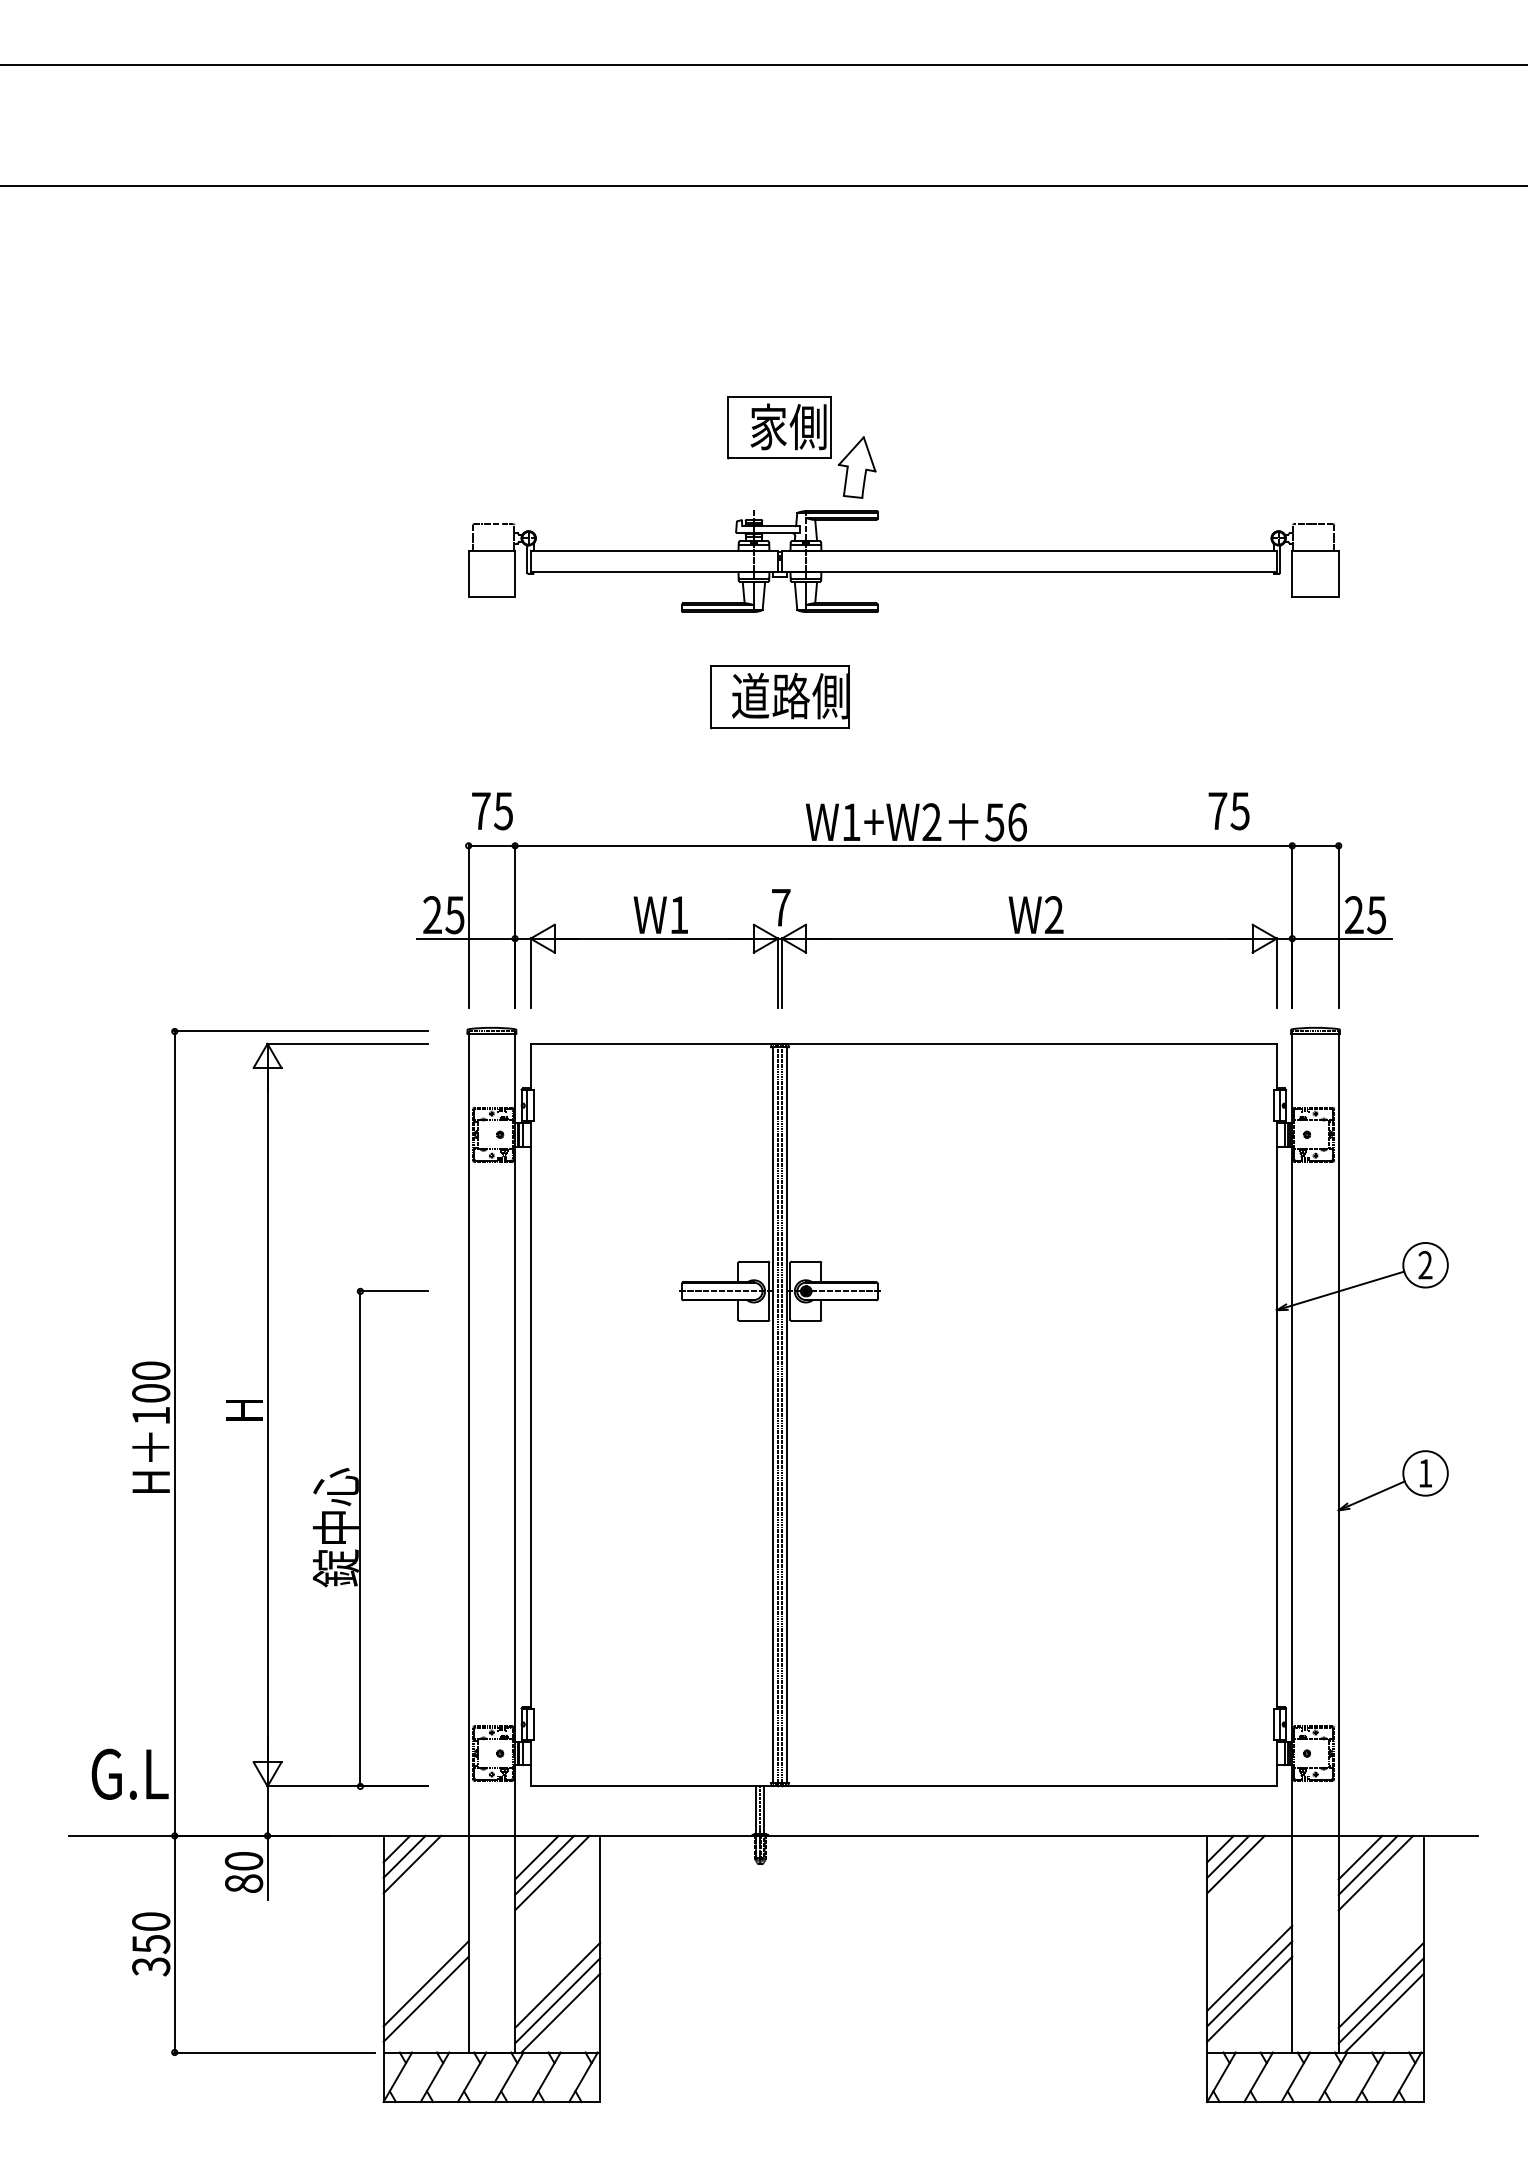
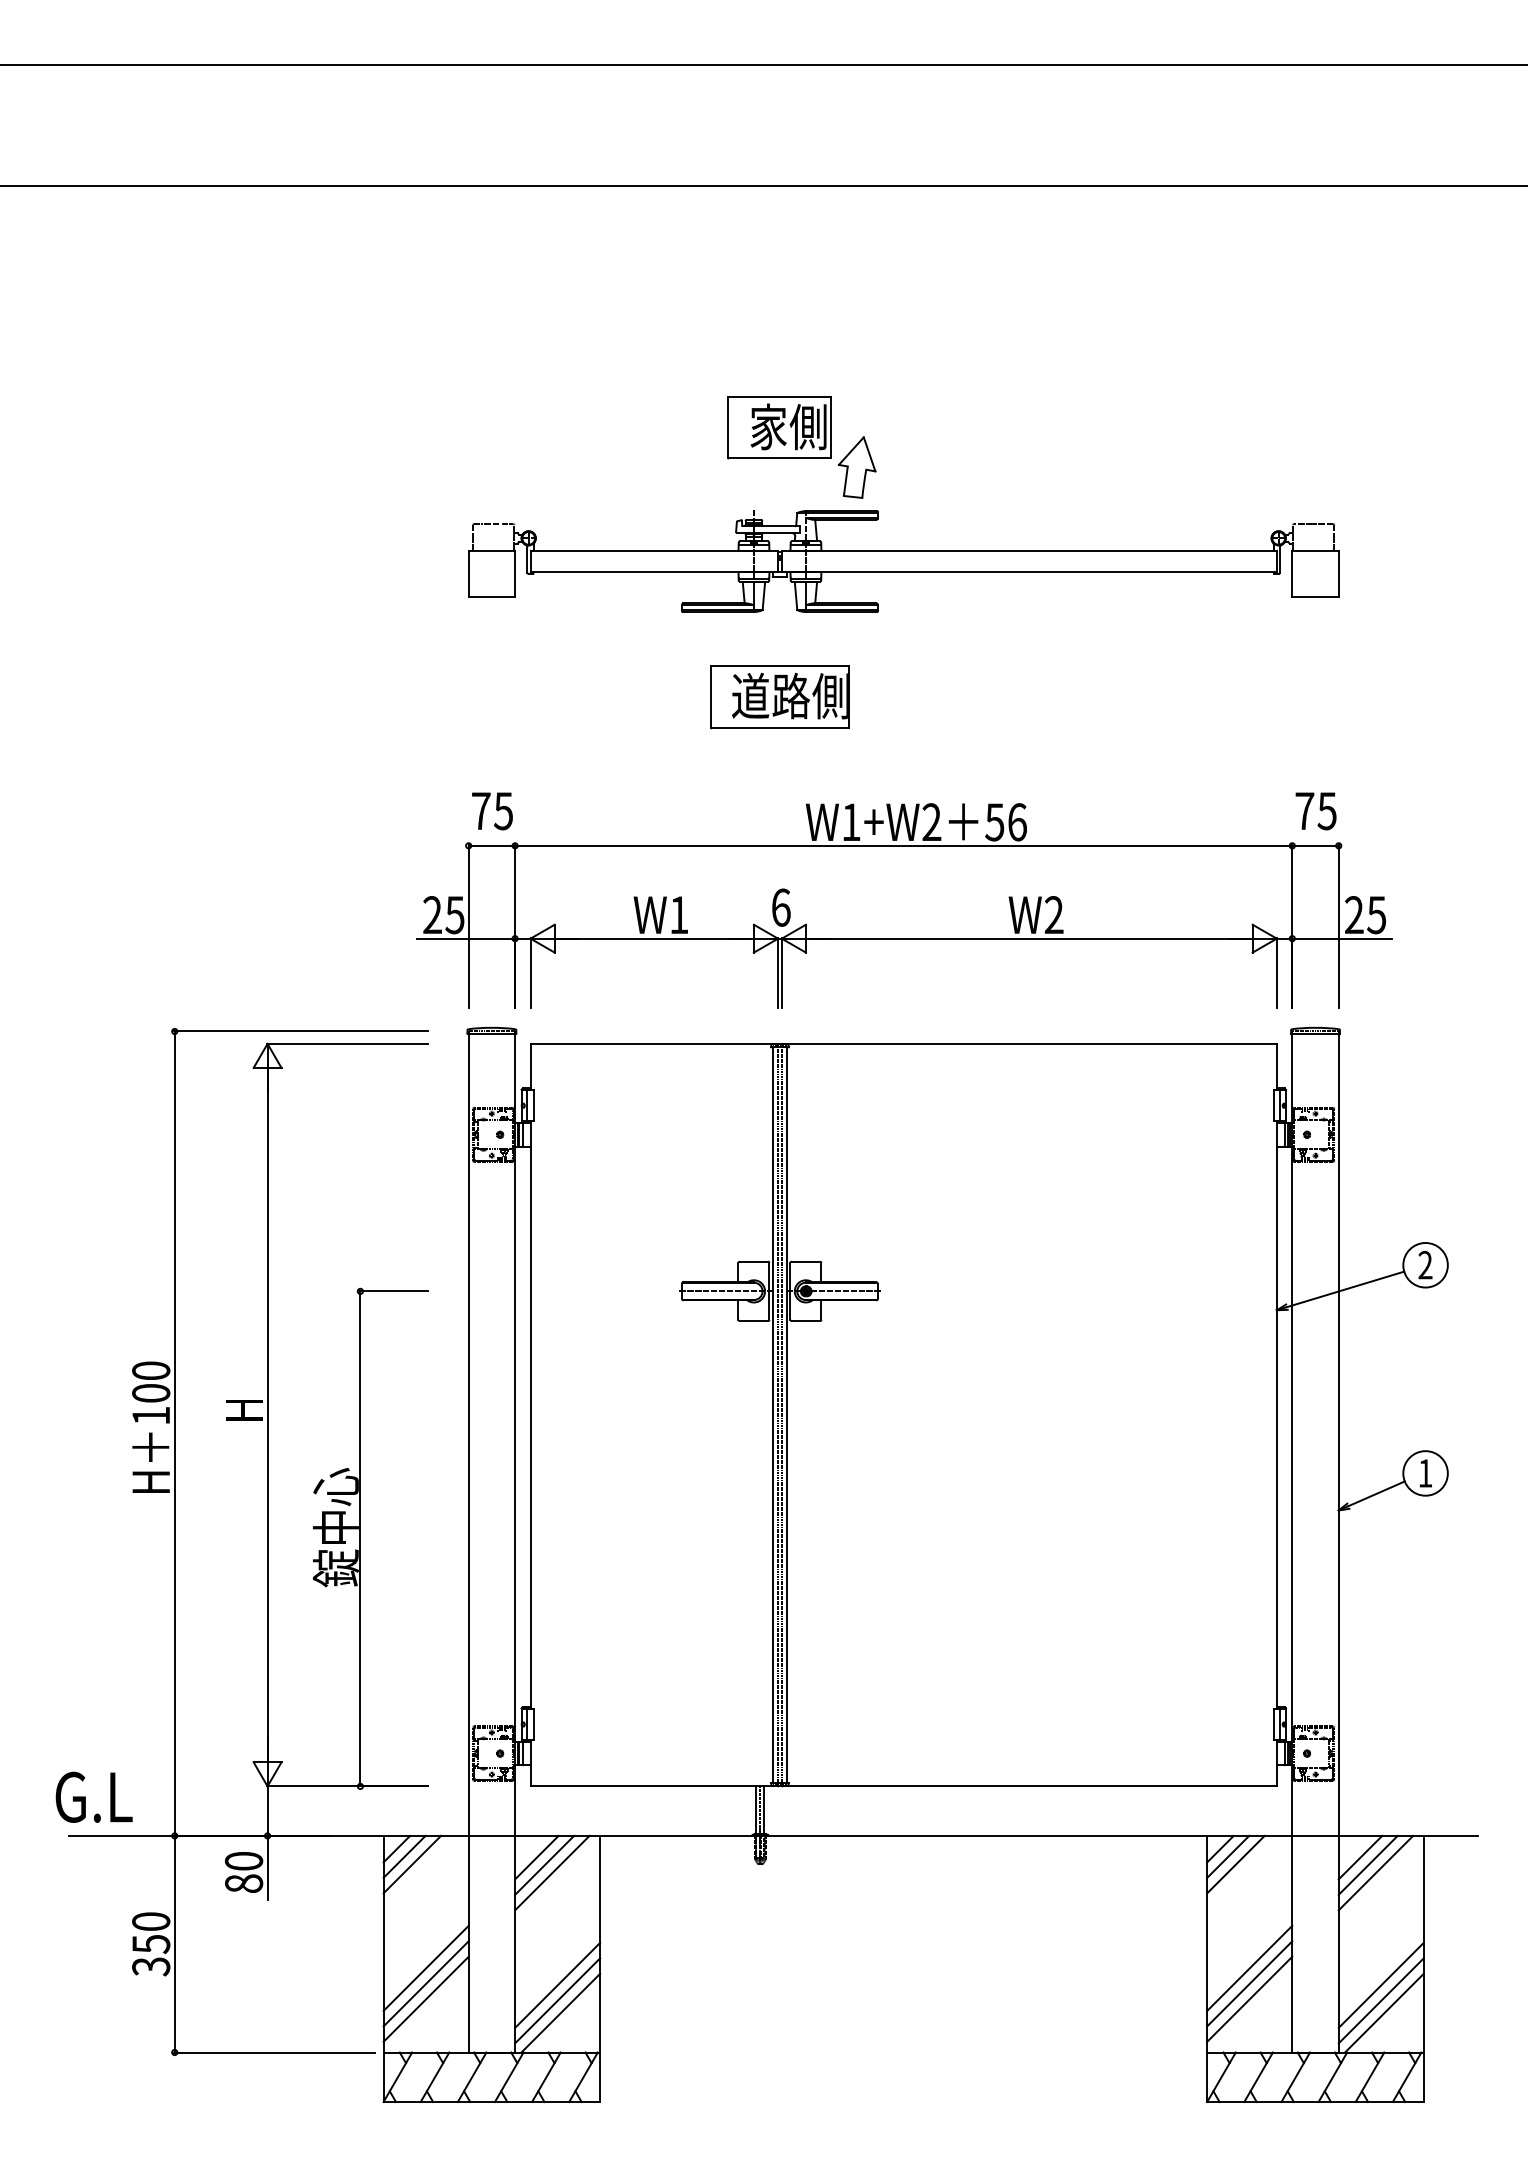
text at (1228, 811) position: (1228, 811) -> (1315, 811)
text at (781, 907): 7 -> 6
text at (129, 1773) position: (129, 1773) -> (93, 1796)
line at (425, 1967): none -> present
